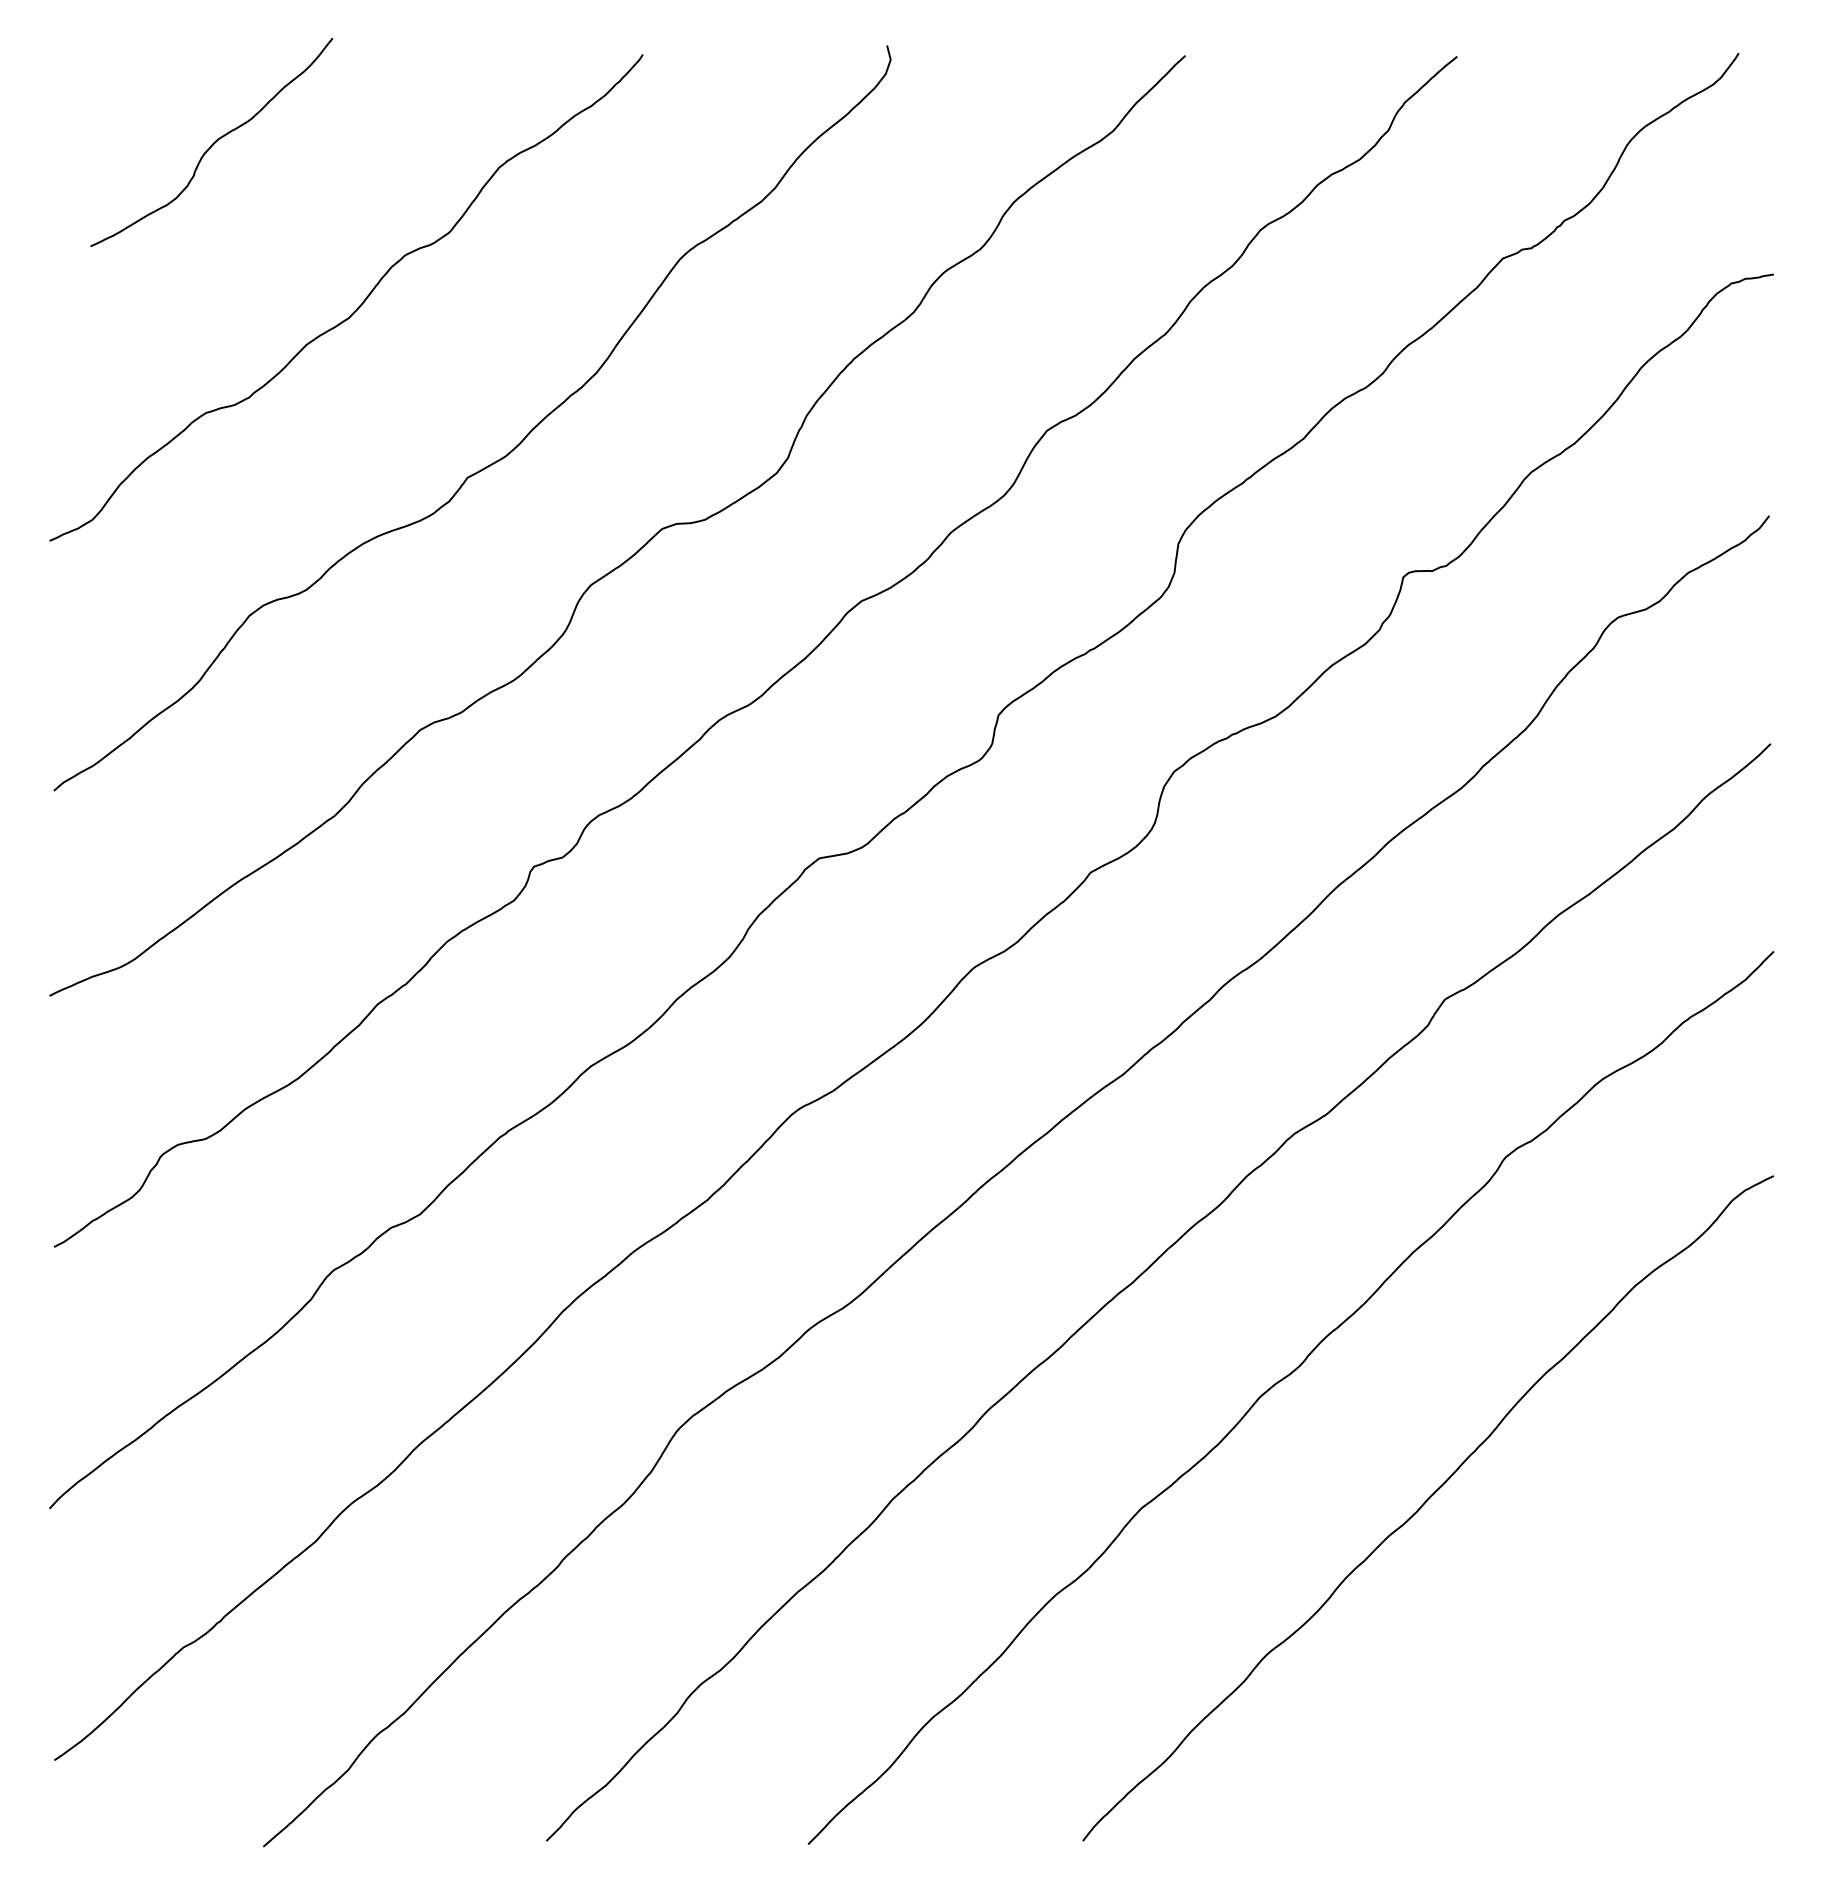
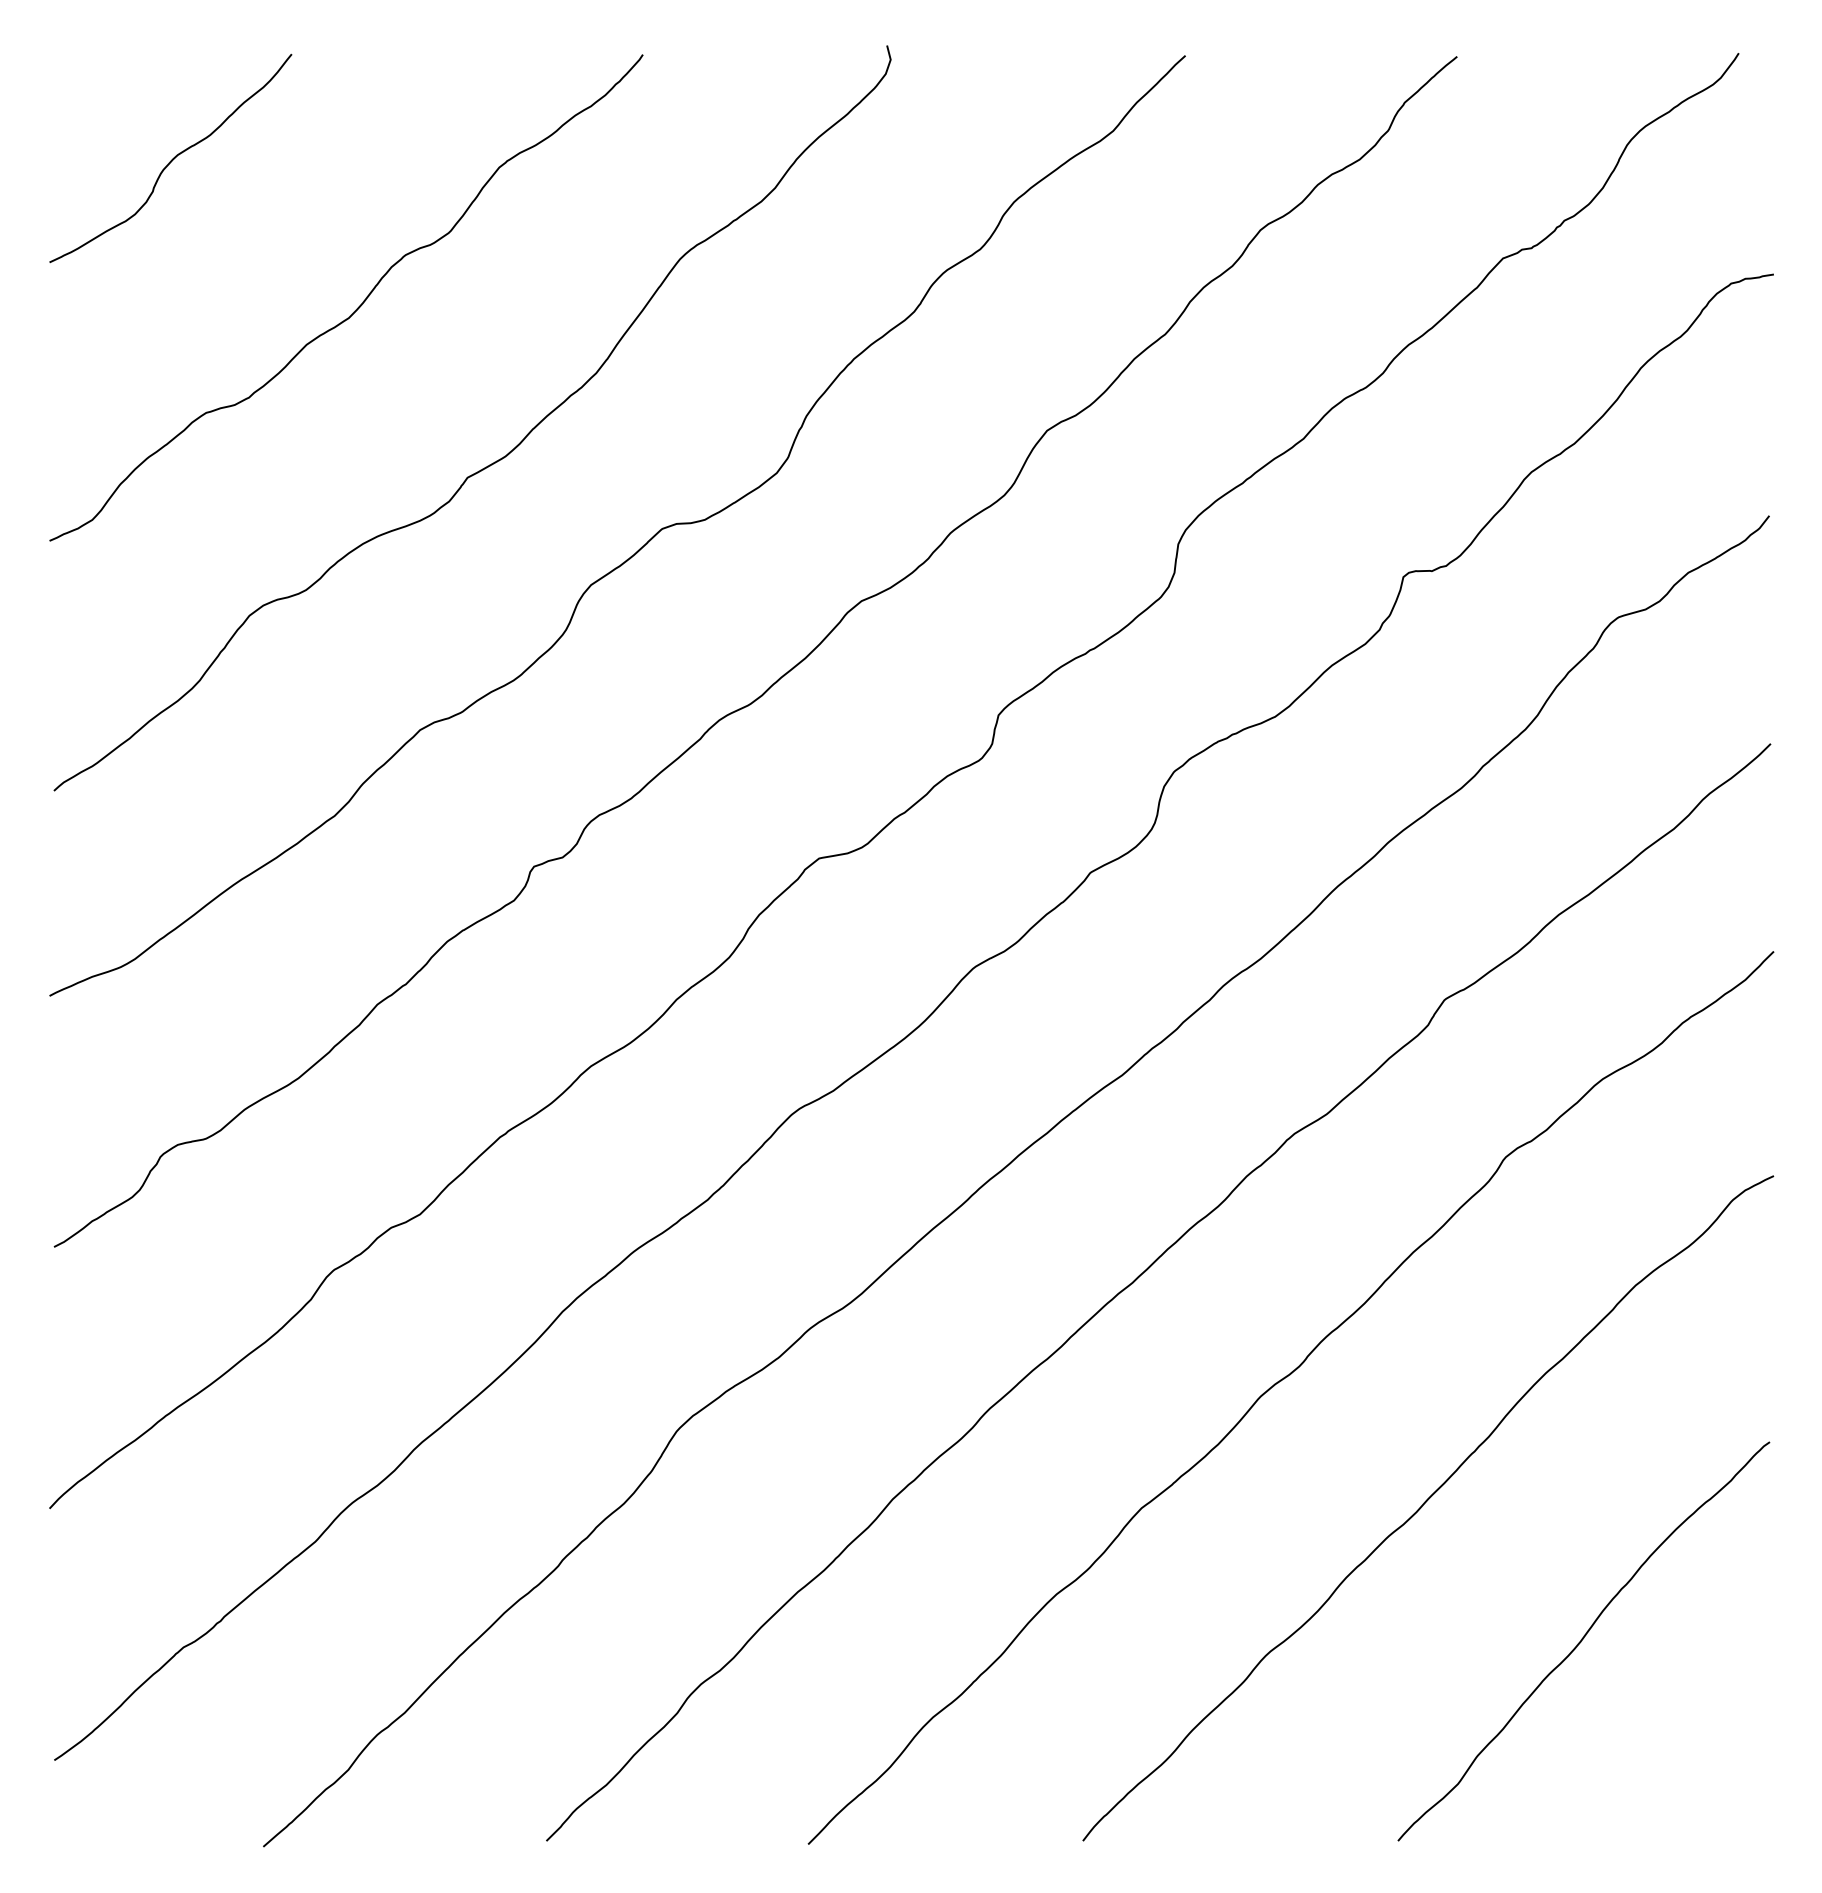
curve at (212, 143) position: (212, 143) -> (171, 159)
curve at (1582, 1640): none -> present
